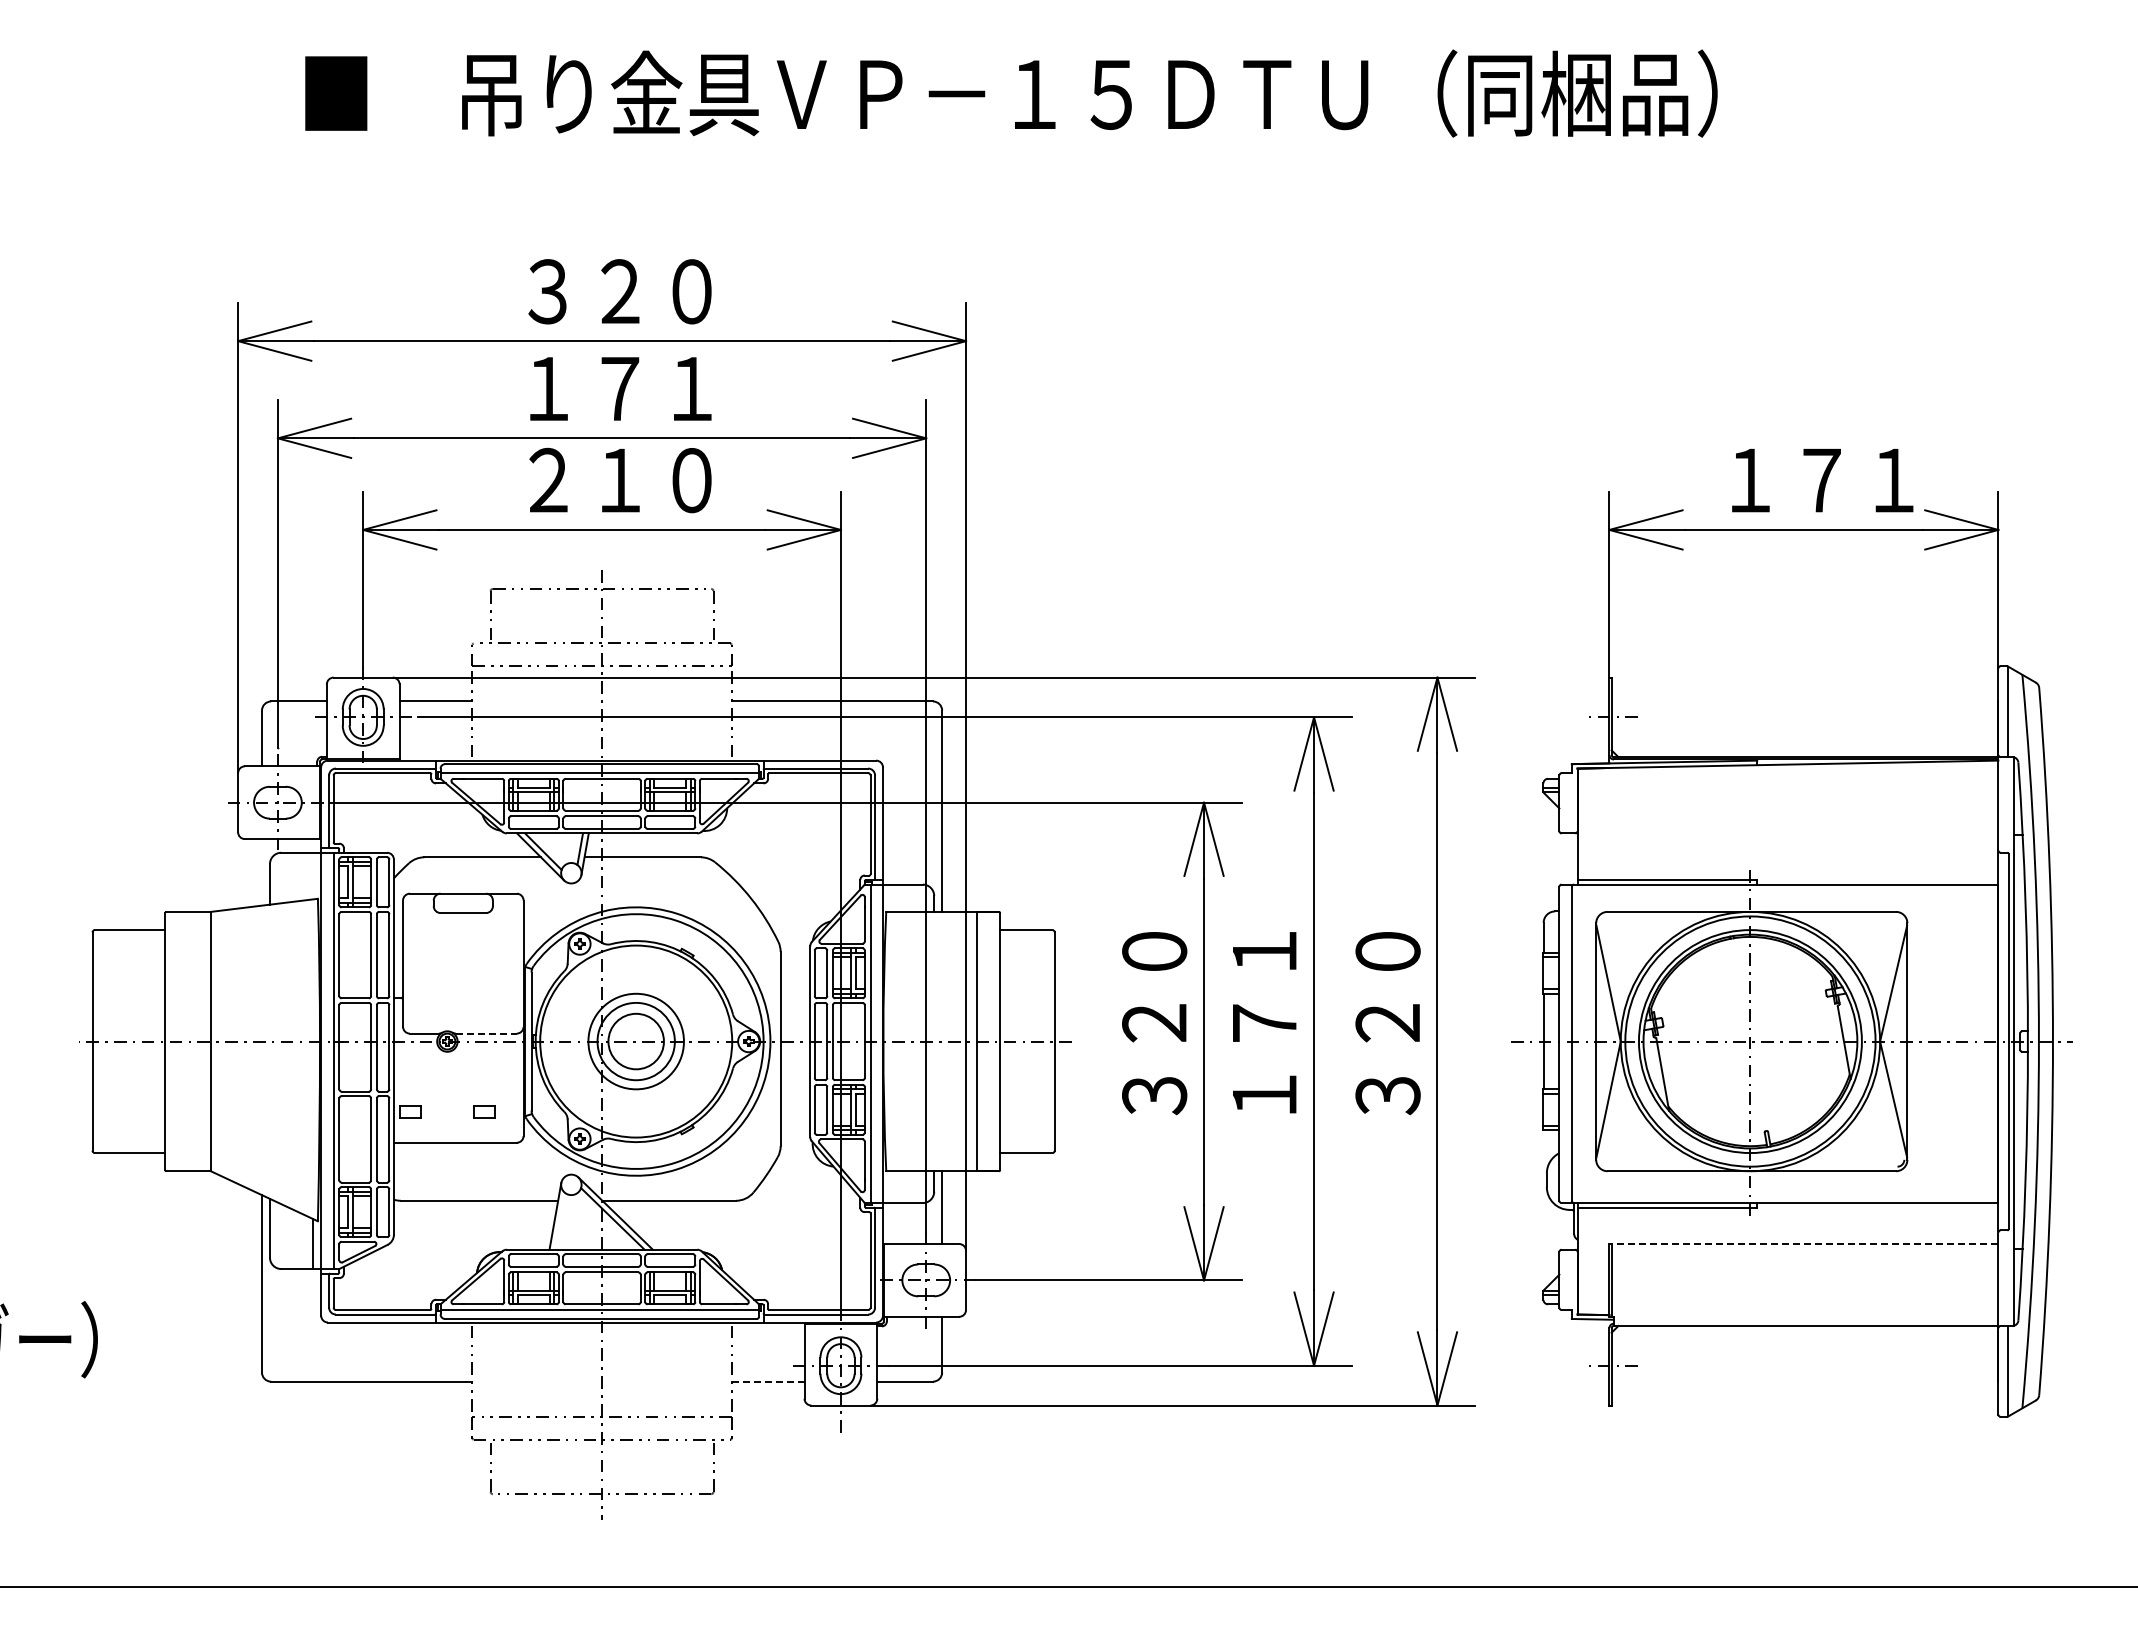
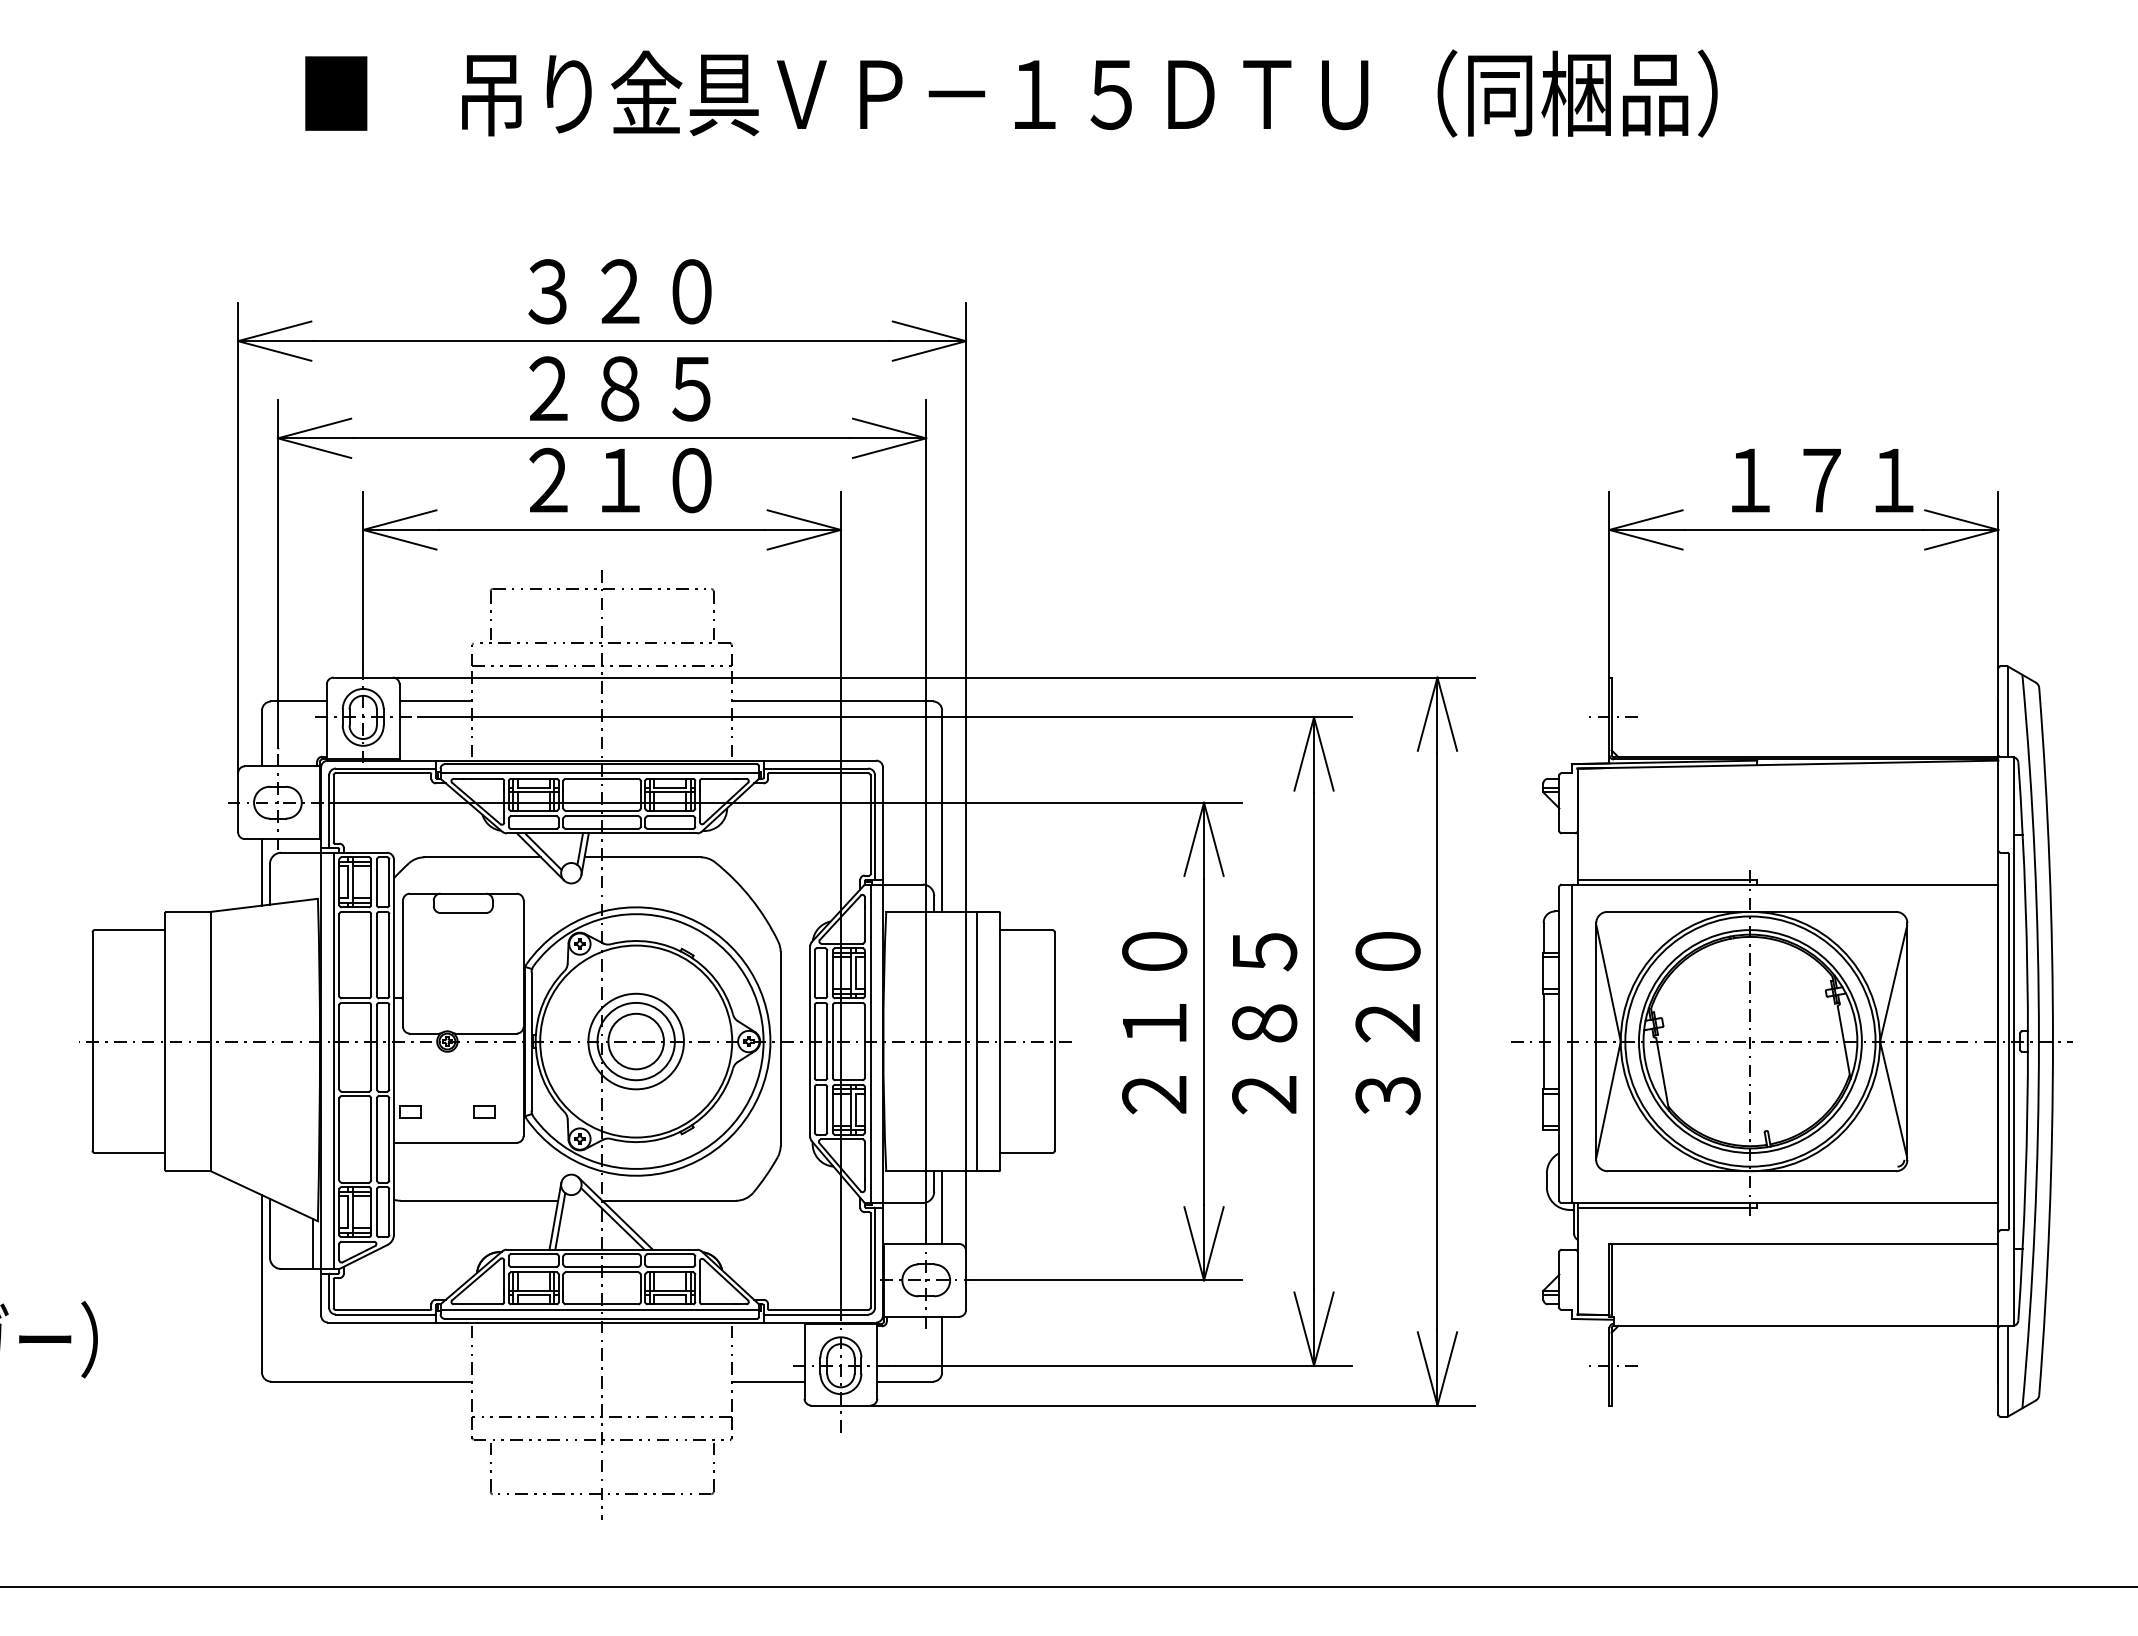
text at (620, 388): １７１ -> ２８５
line at (262, 872): none -> present
text at (1264, 1023): １７１ -> ２８５
line at (486, 1033): dashed -> solid
text at (1154, 1059): ３２０ -> ２１０
line at (560, 1221): none -> present
line at (1803, 1244): dashed -> solid
line at (767, 1381): dashed -> solid
